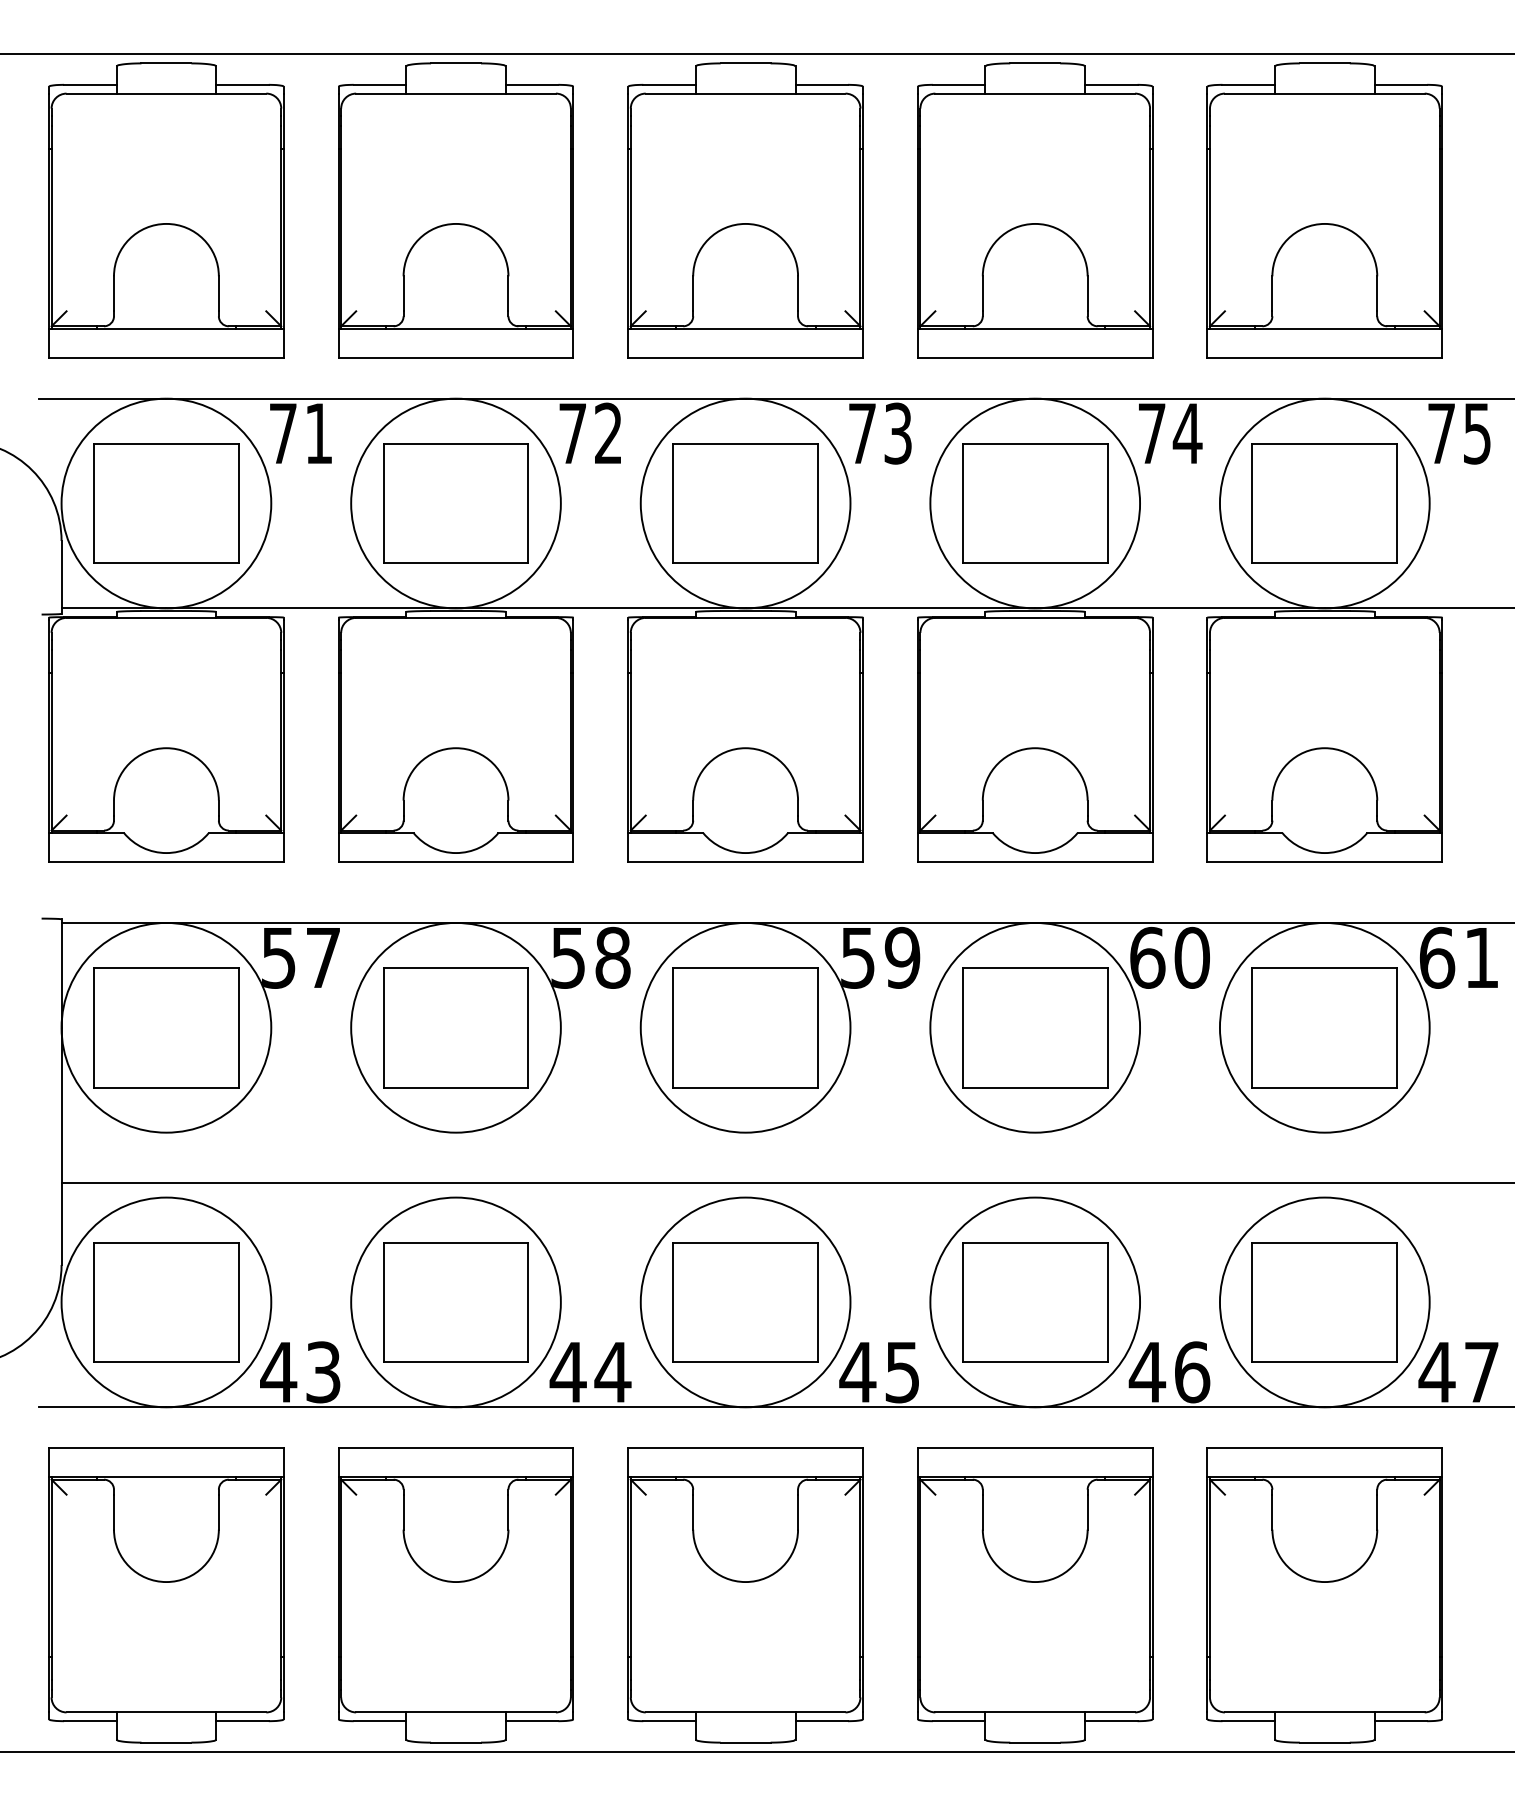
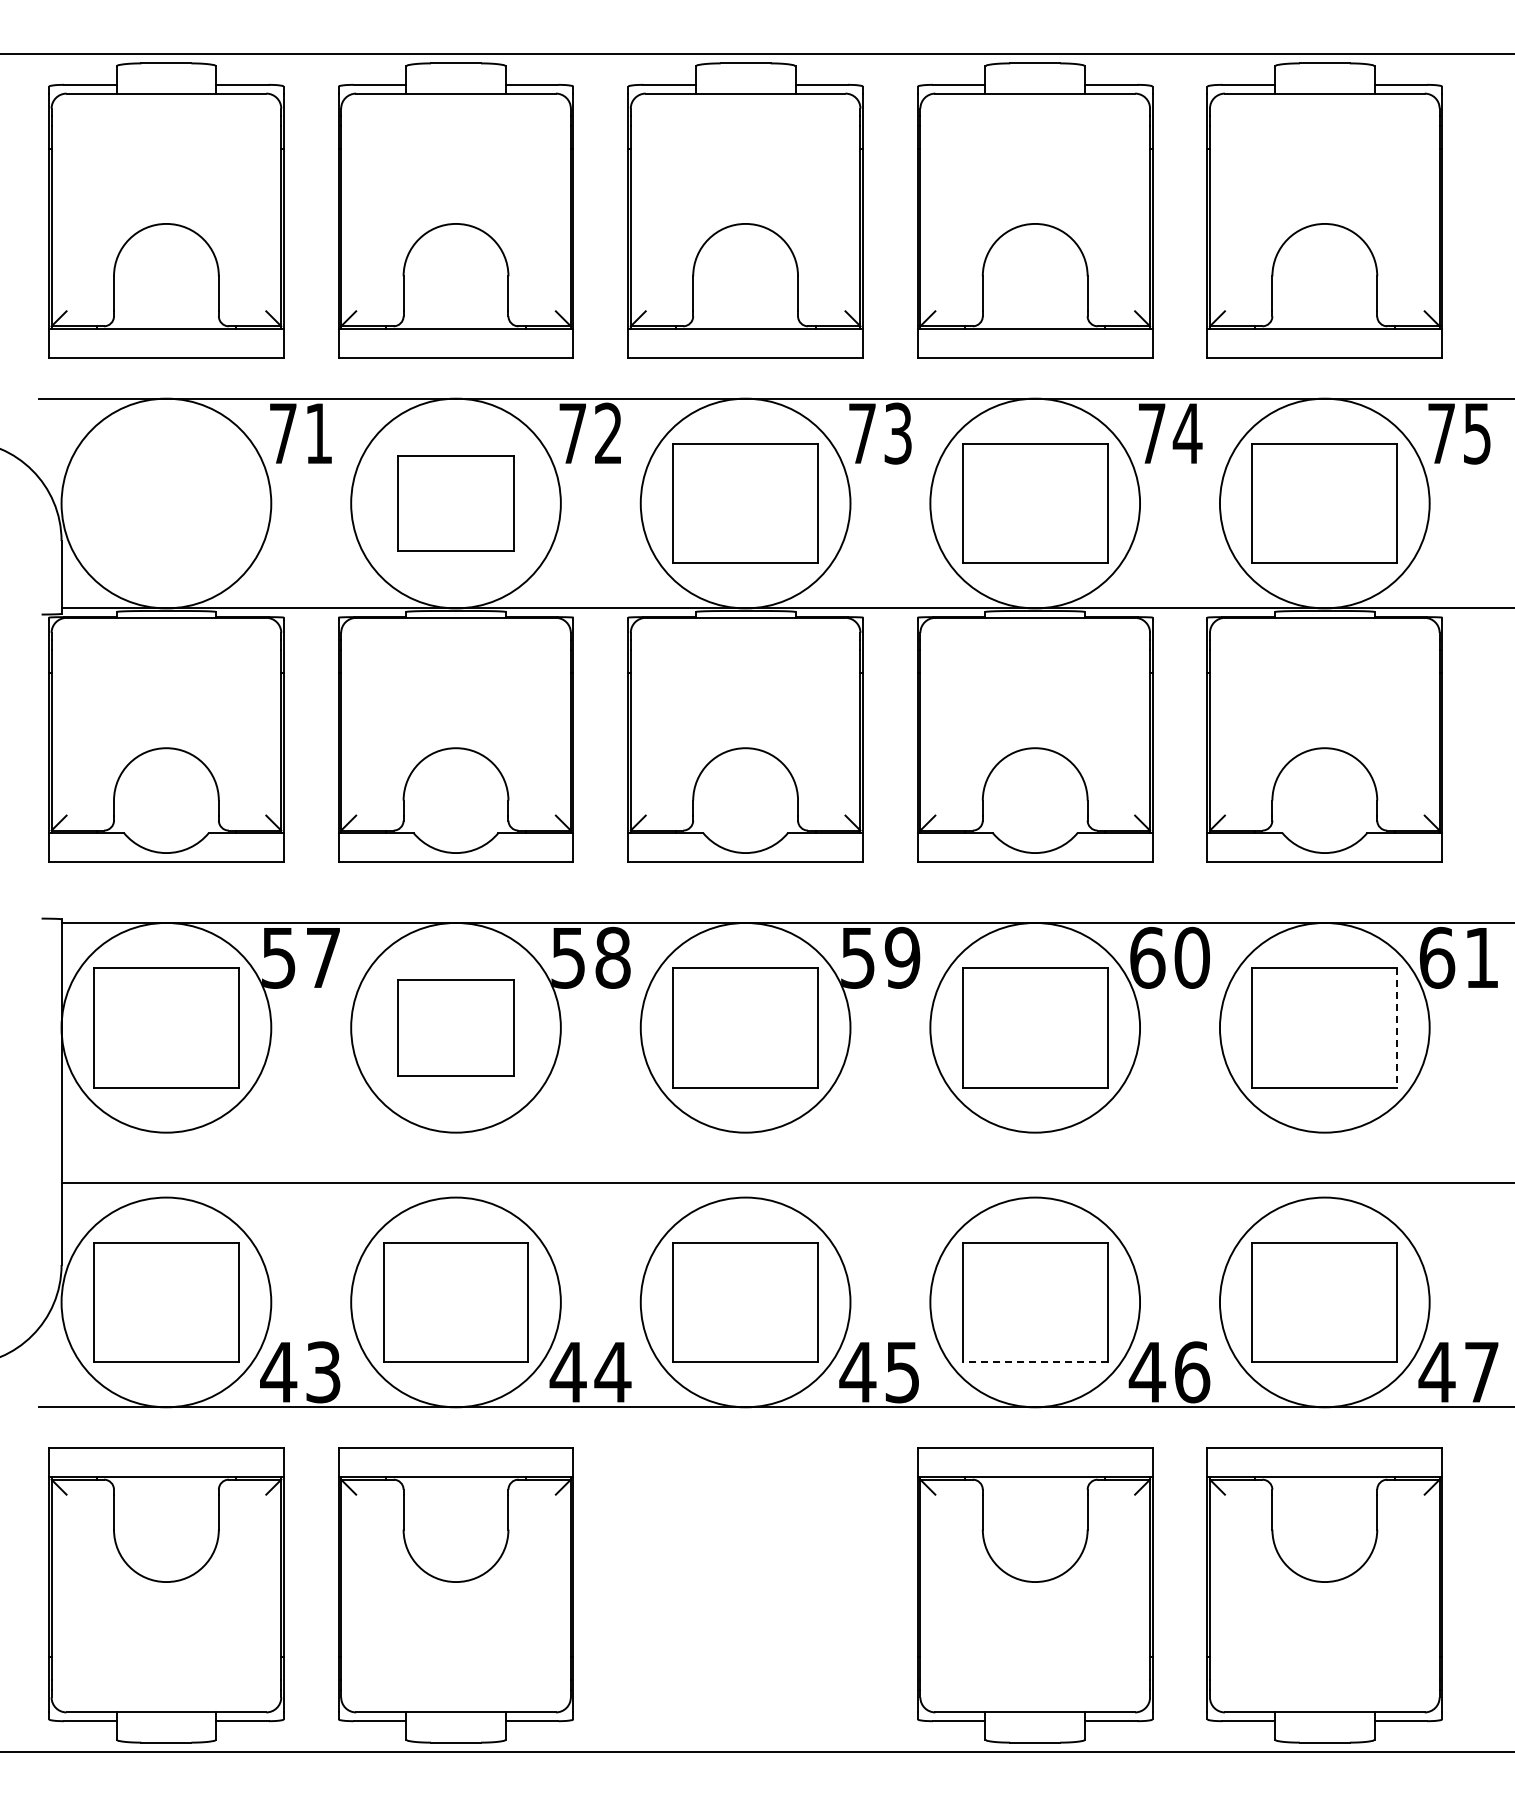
part at (166, 503): present -> none
part at (455, 503) size: 146x121 px -> 118x97 px
part at (455, 1027) size: 146x122 px -> 118x98 px
line at (1397, 1027): solid -> dashed
line at (1034, 1362): solid -> dashed
part at (745, 1595): present -> none
